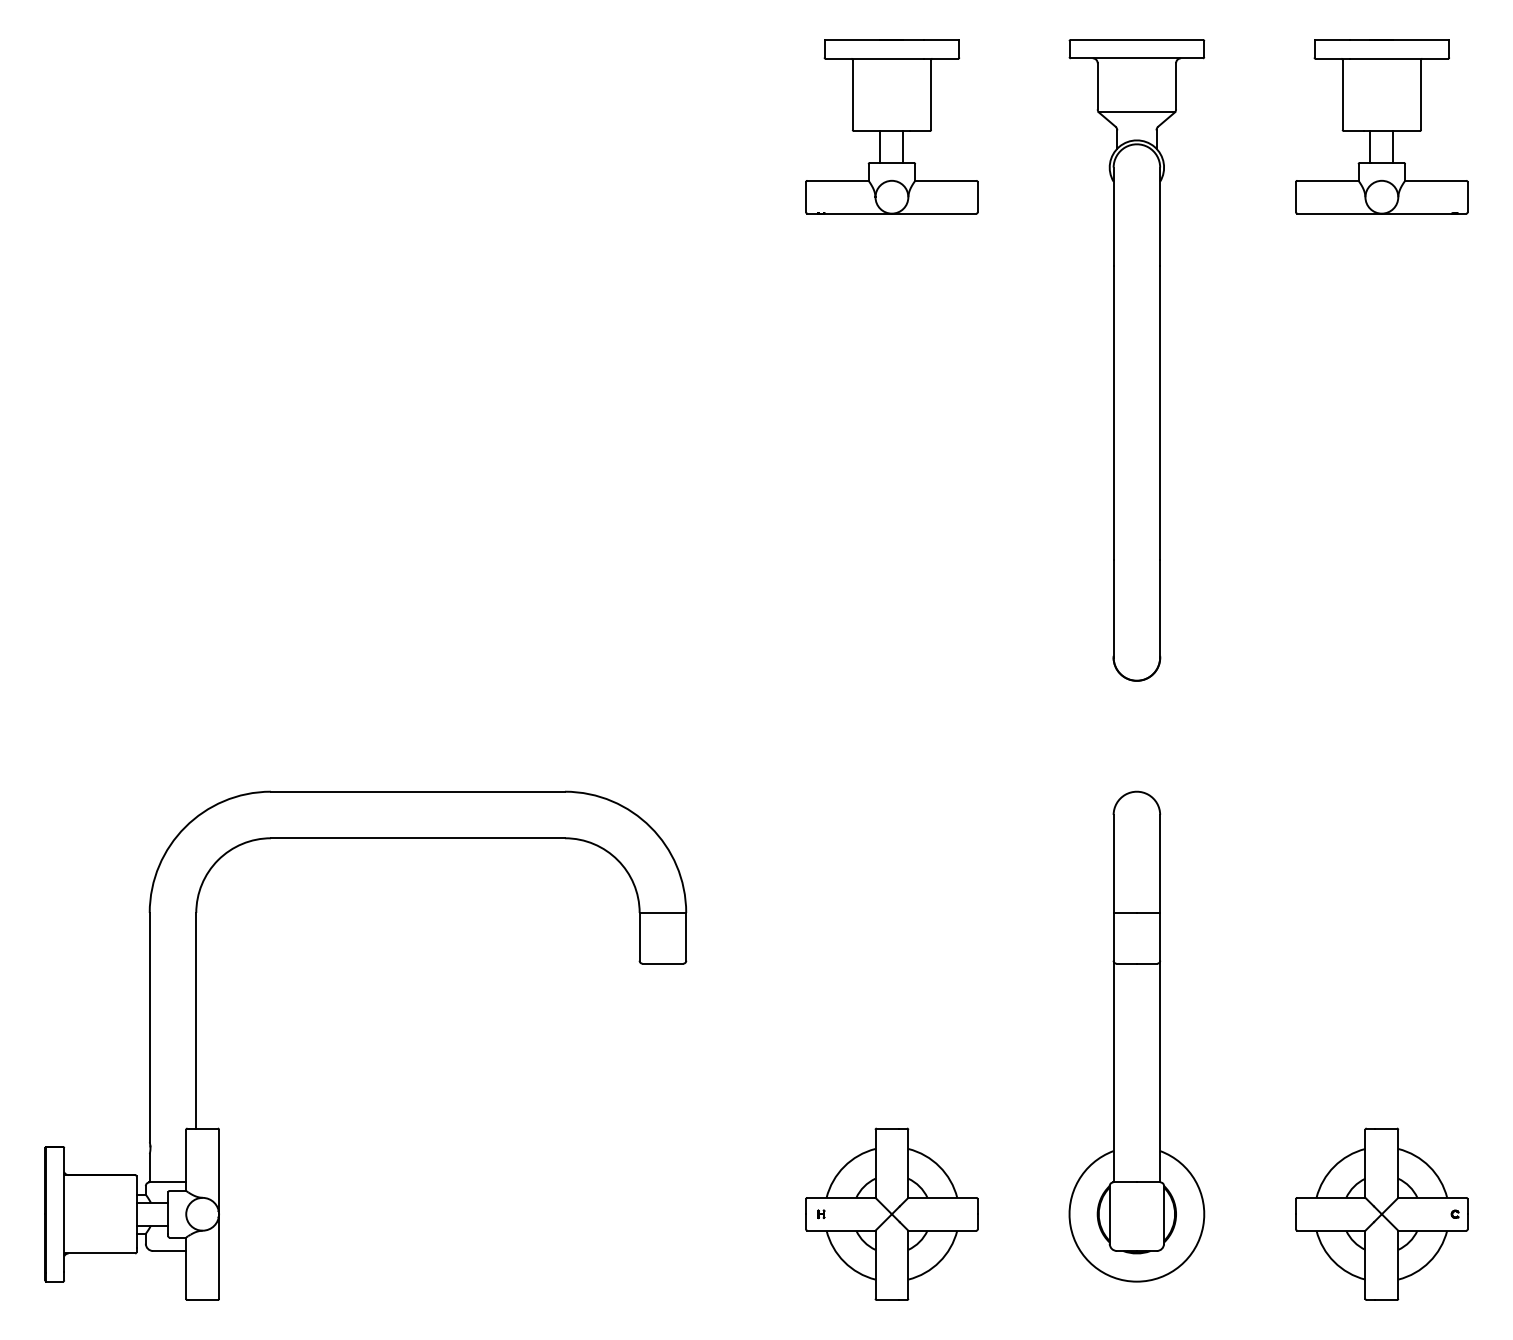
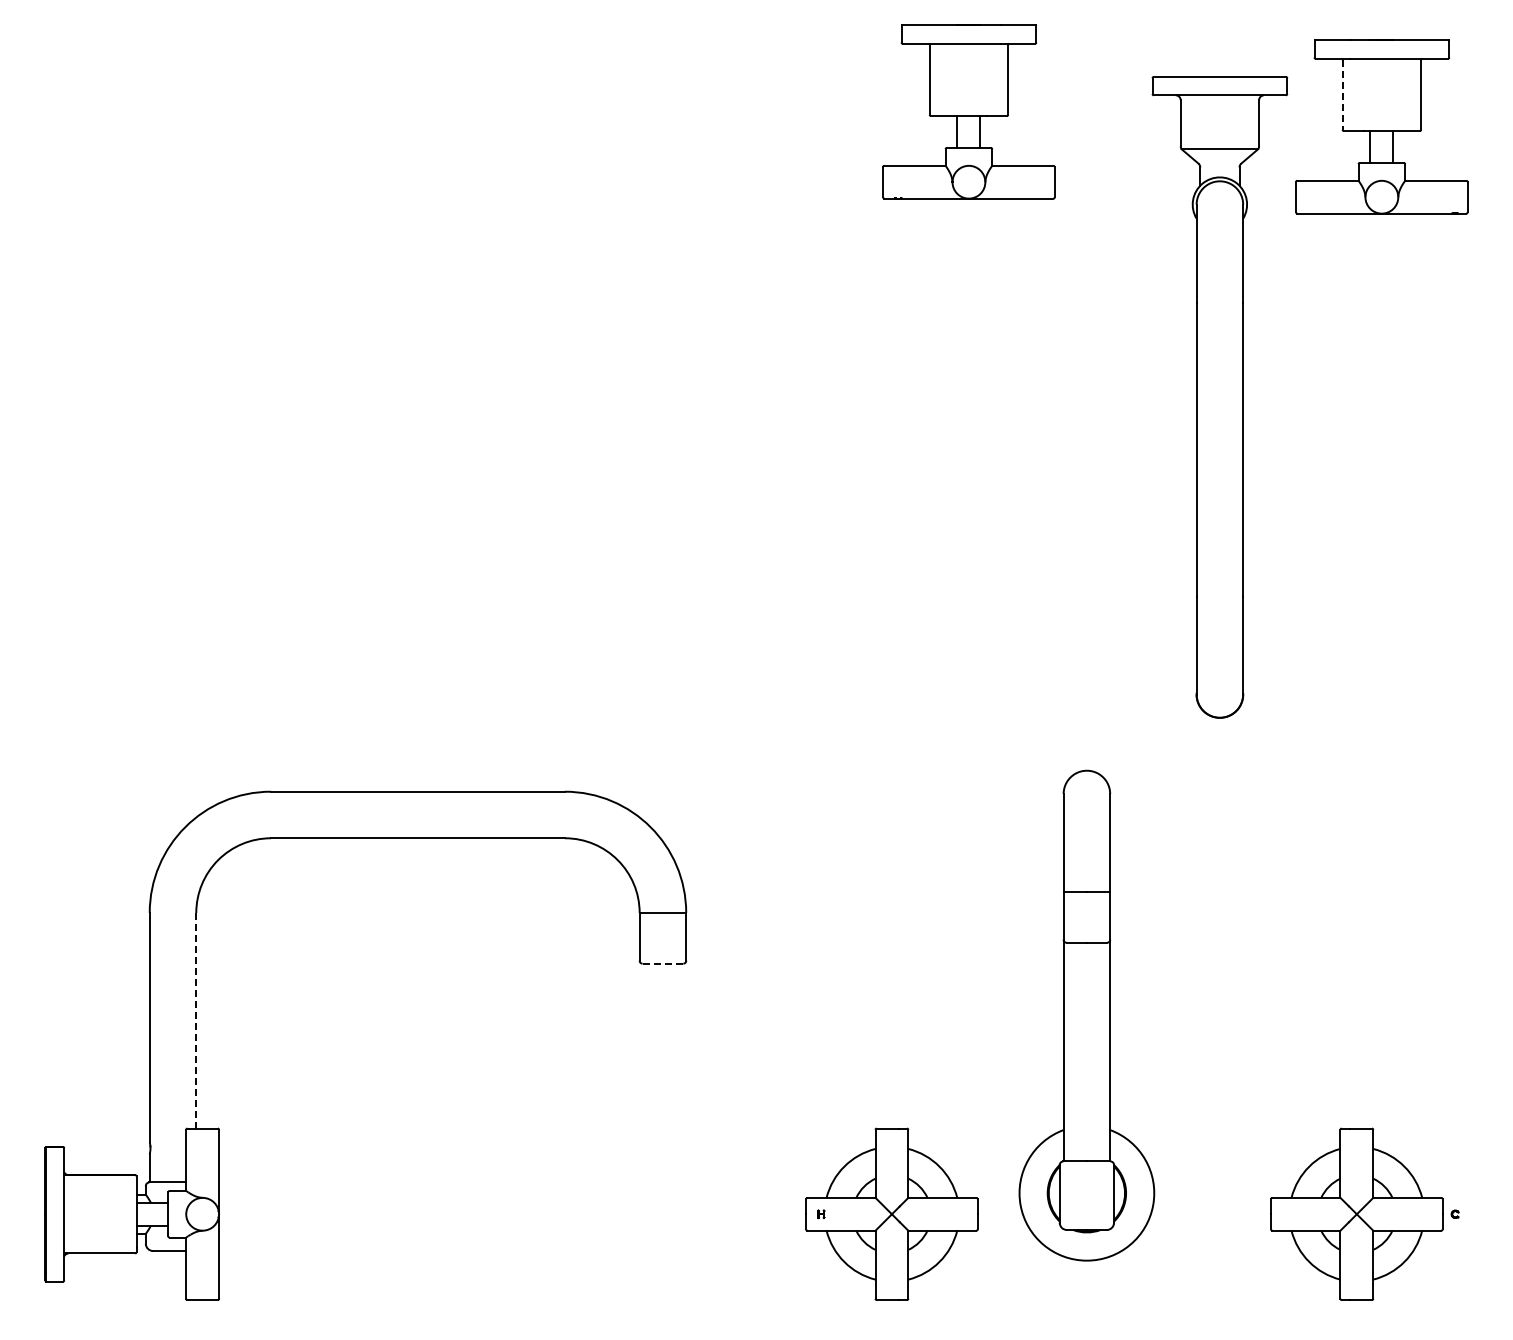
line at (1342, 94): solid -> dashed
part at (891, 126) position: (891, 126) -> (968, 111)
part at (1136, 360) position: (1136, 360) -> (1219, 397)
line at (662, 963): solid -> dashed
line at (196, 1020): solid -> dashed
part at (1136, 1036) position: (1136, 1036) -> (1086, 1015)
part at (1381, 1213) position: (1381, 1213) -> (1356, 1213)
